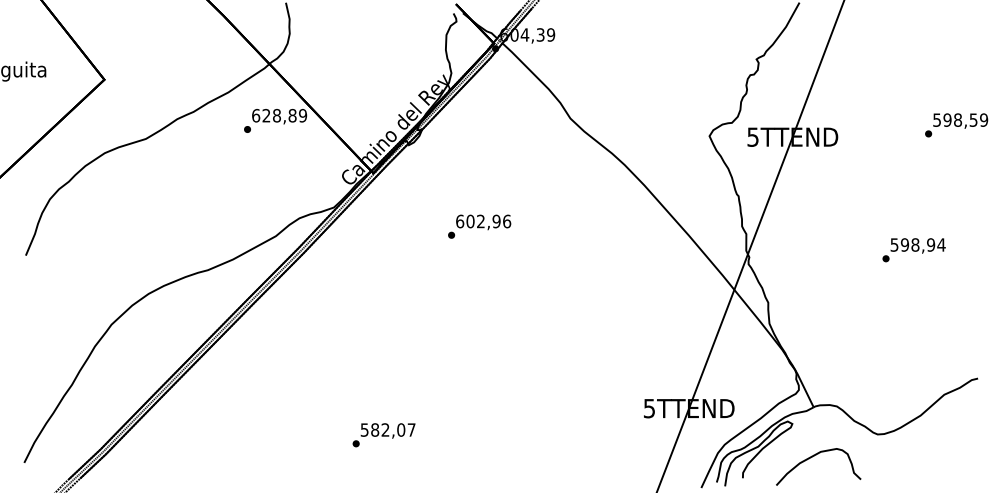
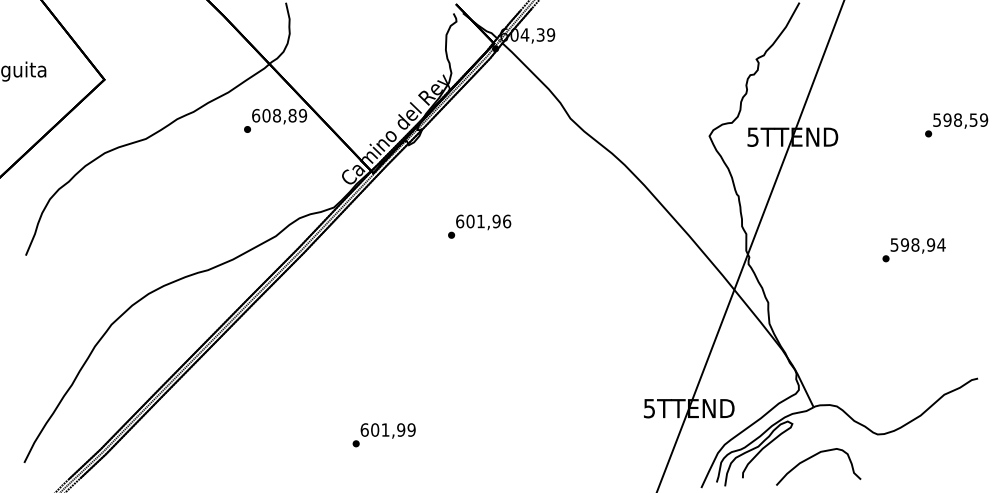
text at (266, 115): 628,89 -> 608,89
text at (480, 221): 602,96 -> 601,96
text at (387, 429): 582,07 -> 601,99
